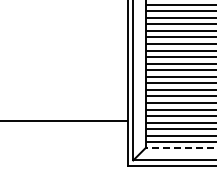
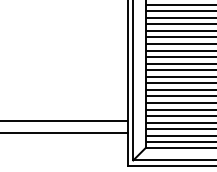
line at (65, 132): none -> present
line at (180, 148): dashed -> solid
